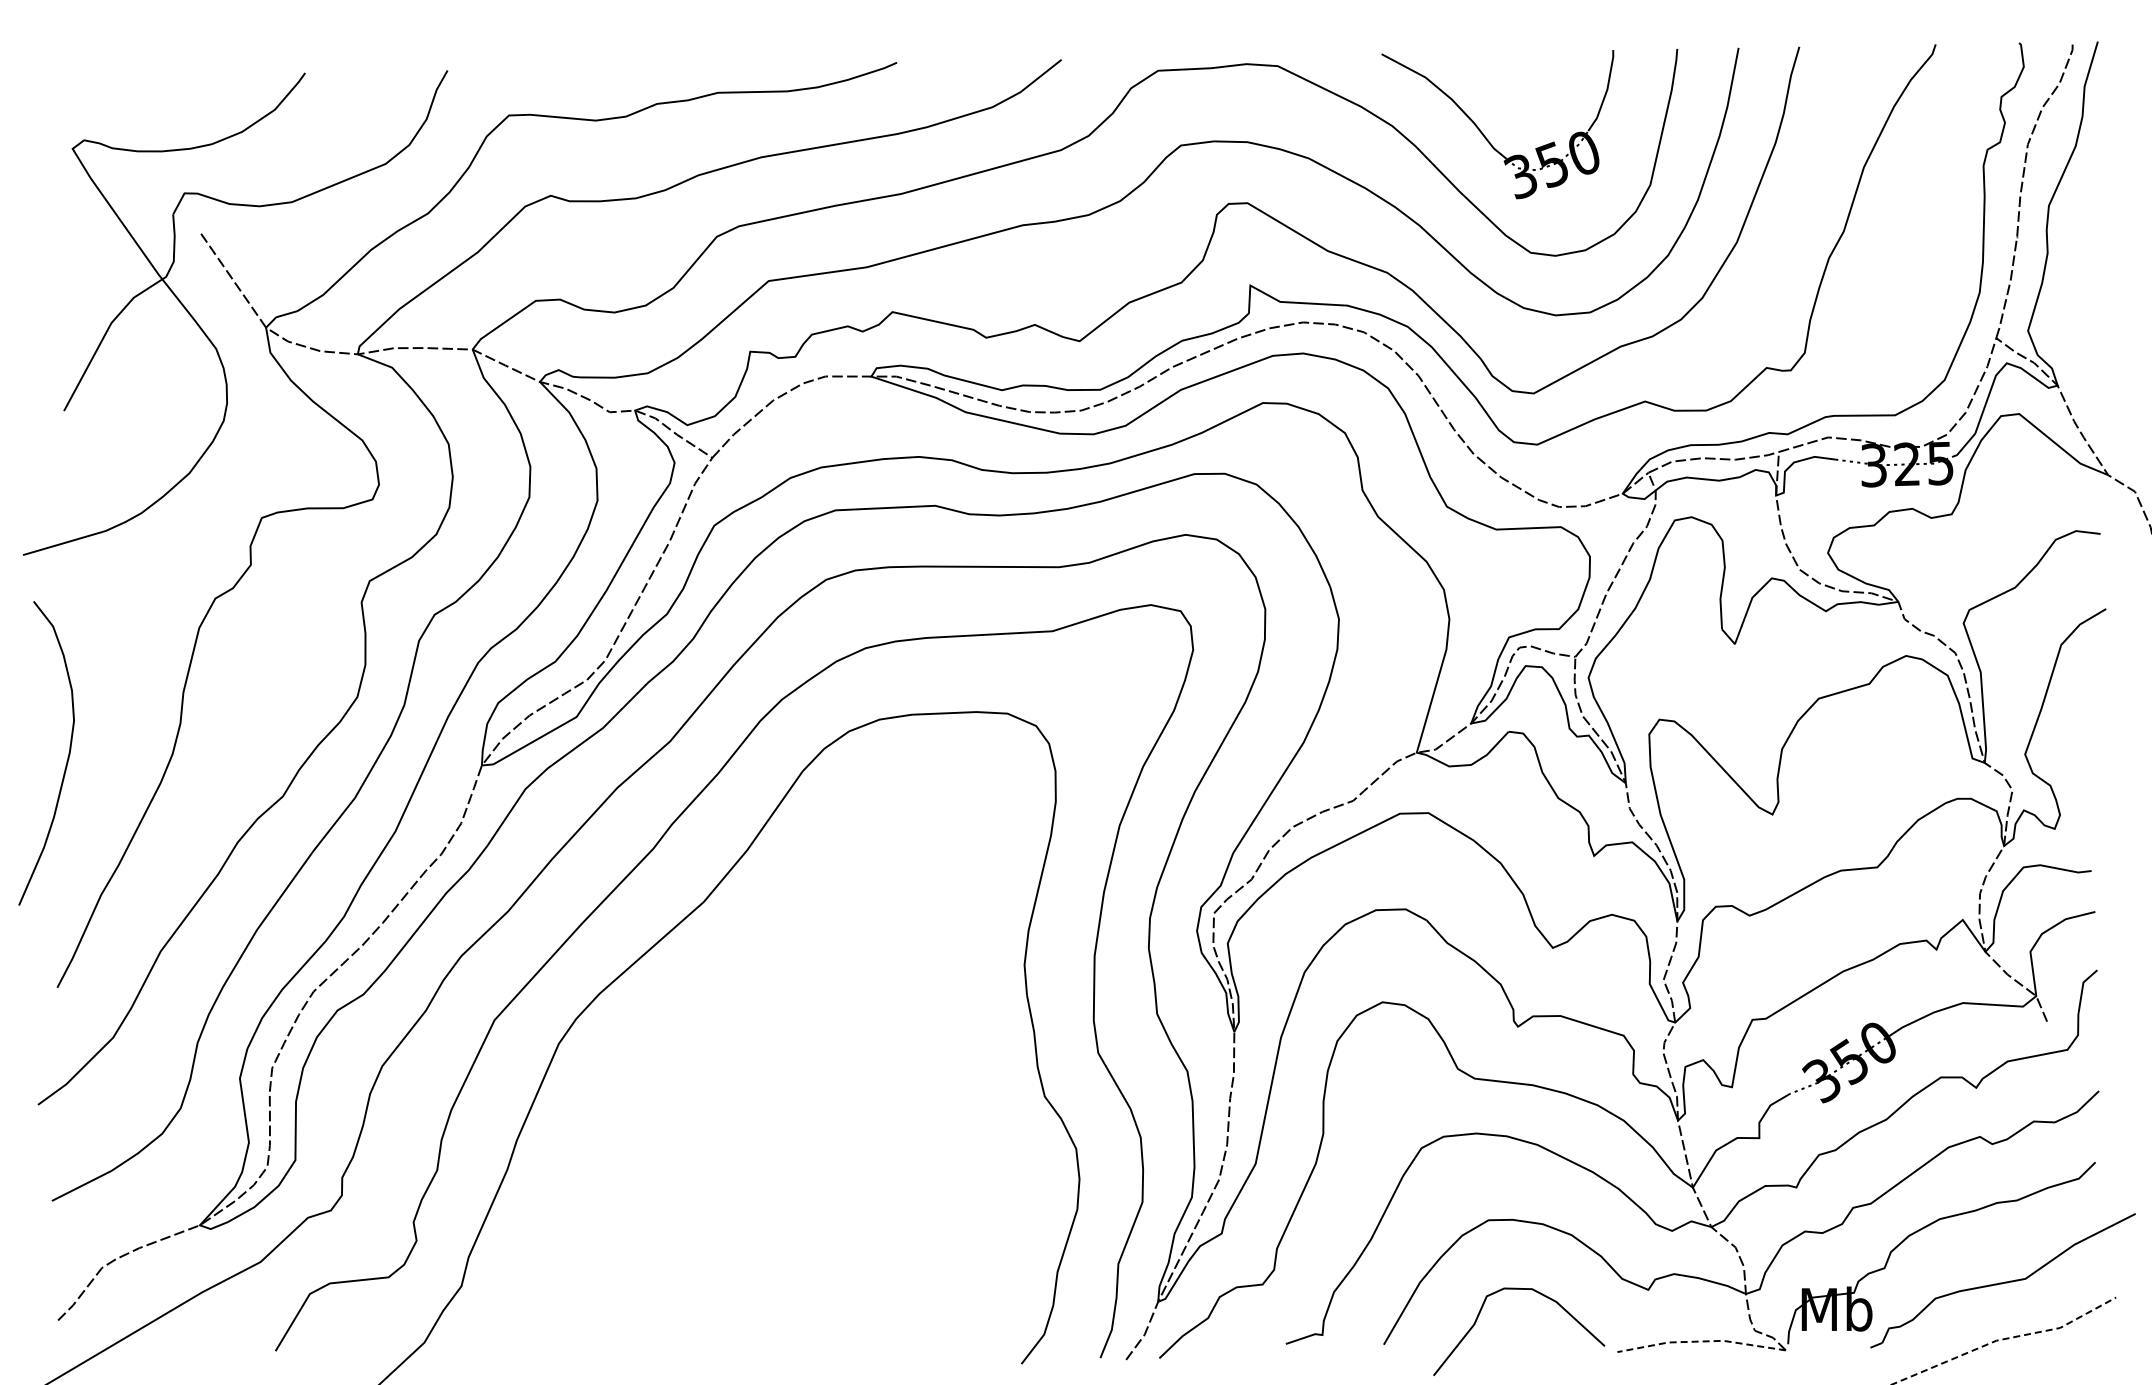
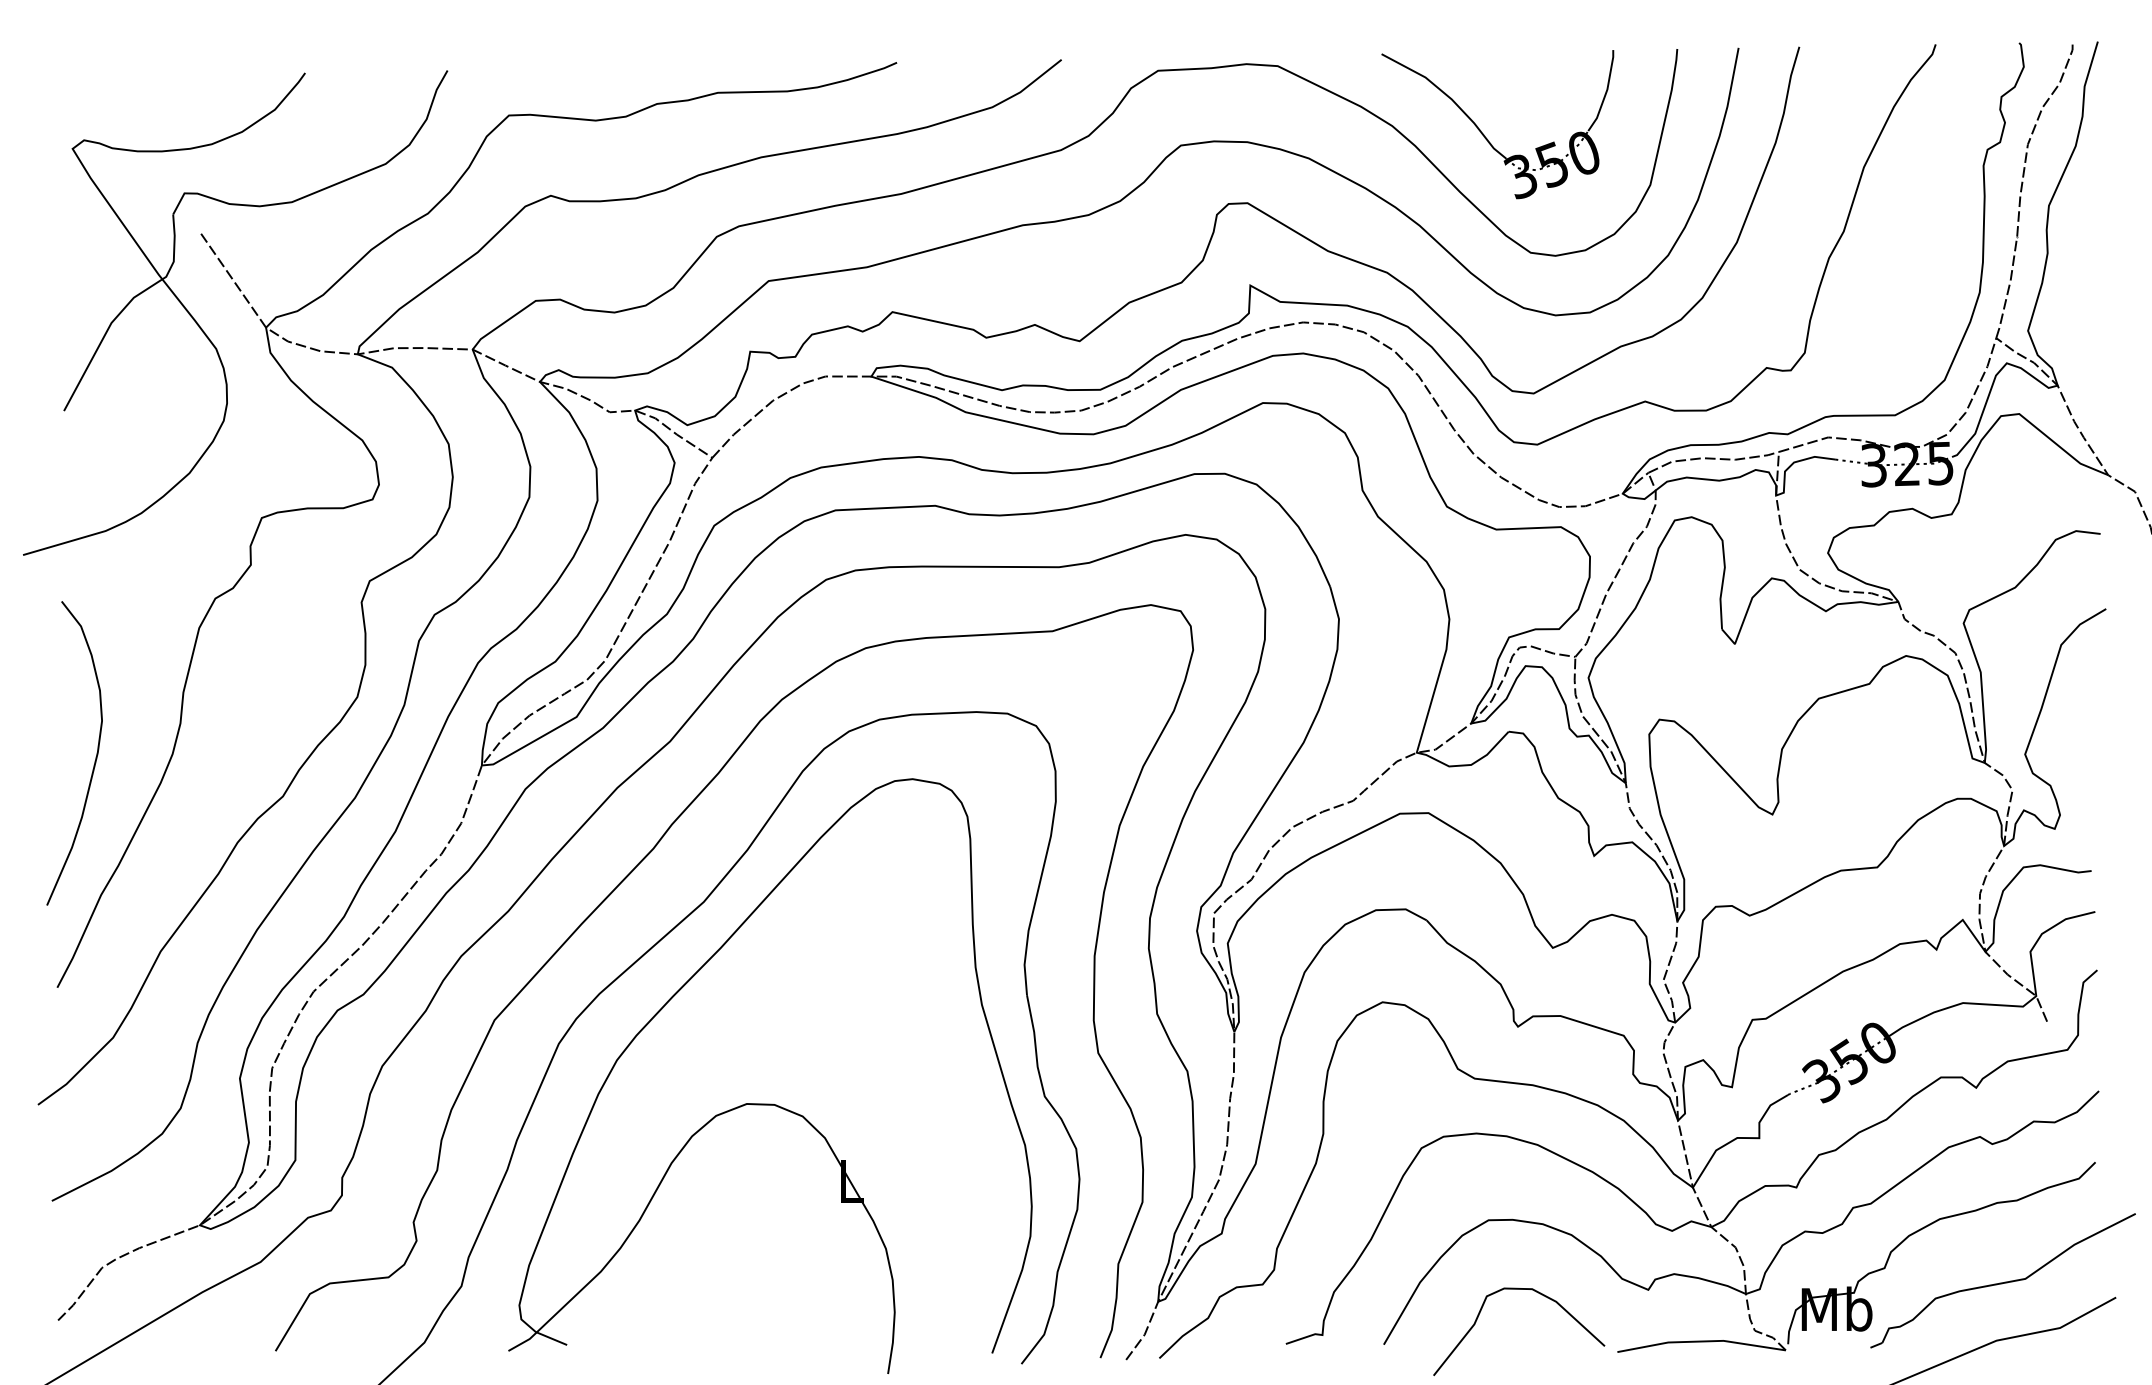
curve at (67, 757) position: (67, 757) -> (95, 757)
part at (770, 1103): none -> present
line at (2004, 1339): dashed -> solid
line at (1701, 1341): dashed -> solid
